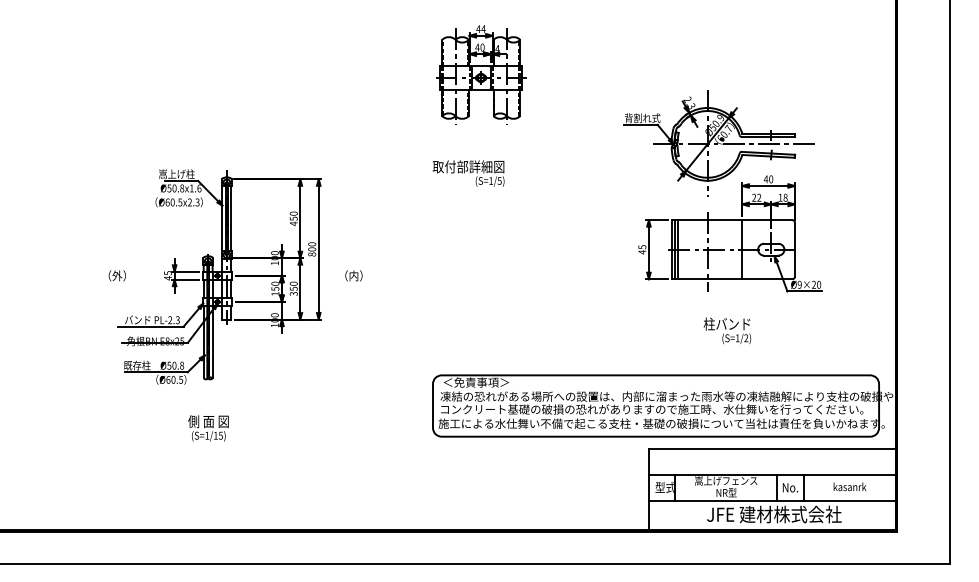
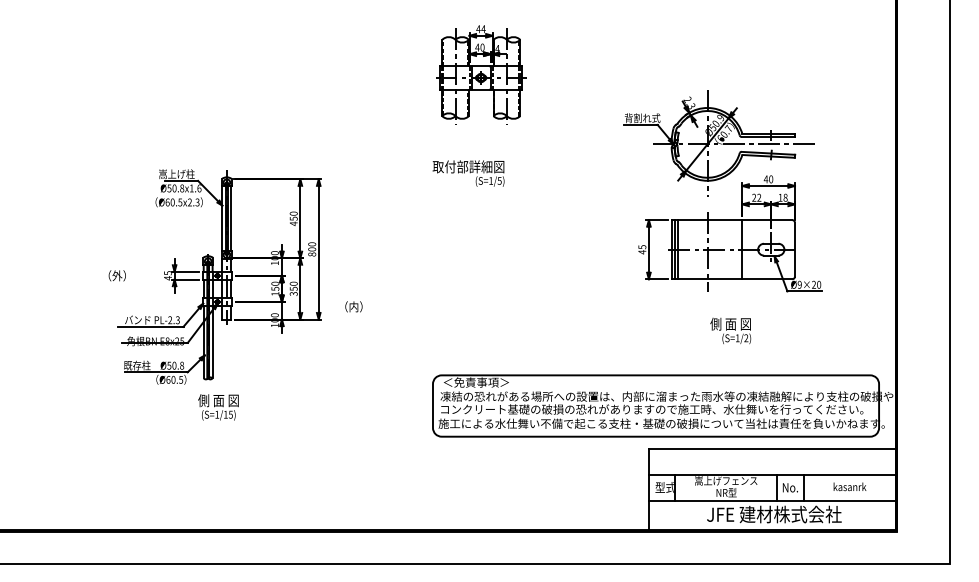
text at (353, 275) position: (353, 275) -> (353, 306)
text at (726, 323): 柱バンド -> 側 面 図
text at (208, 428) position: (208, 428) -> (218, 407)
